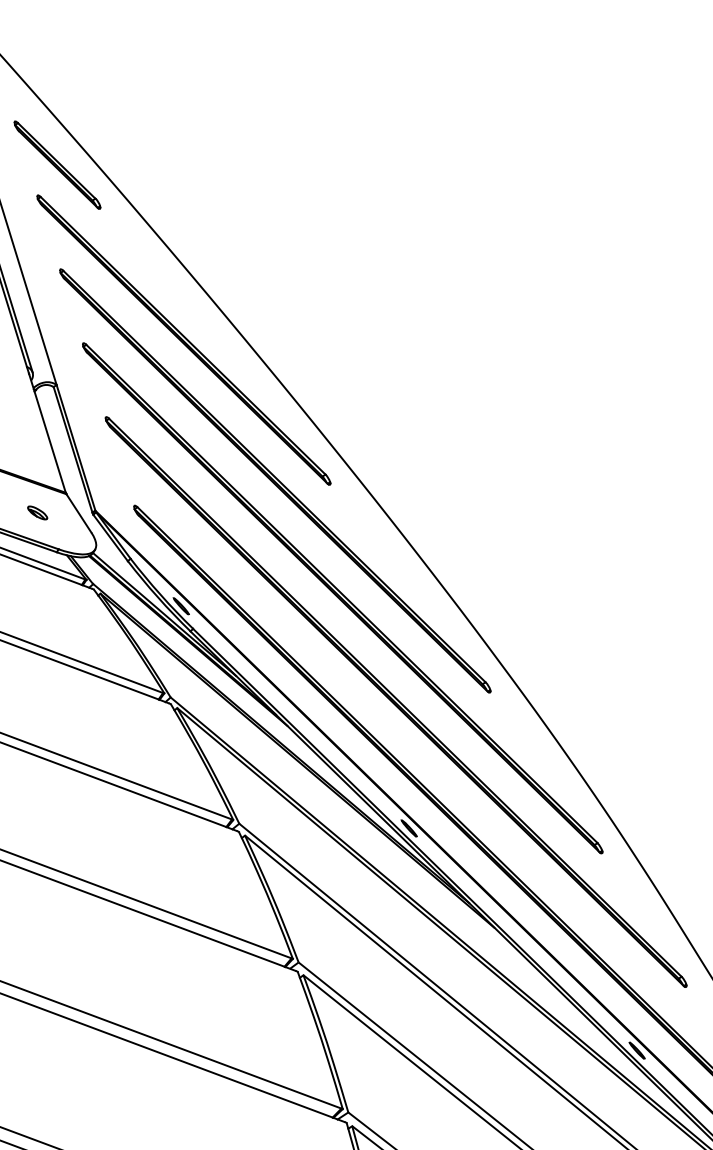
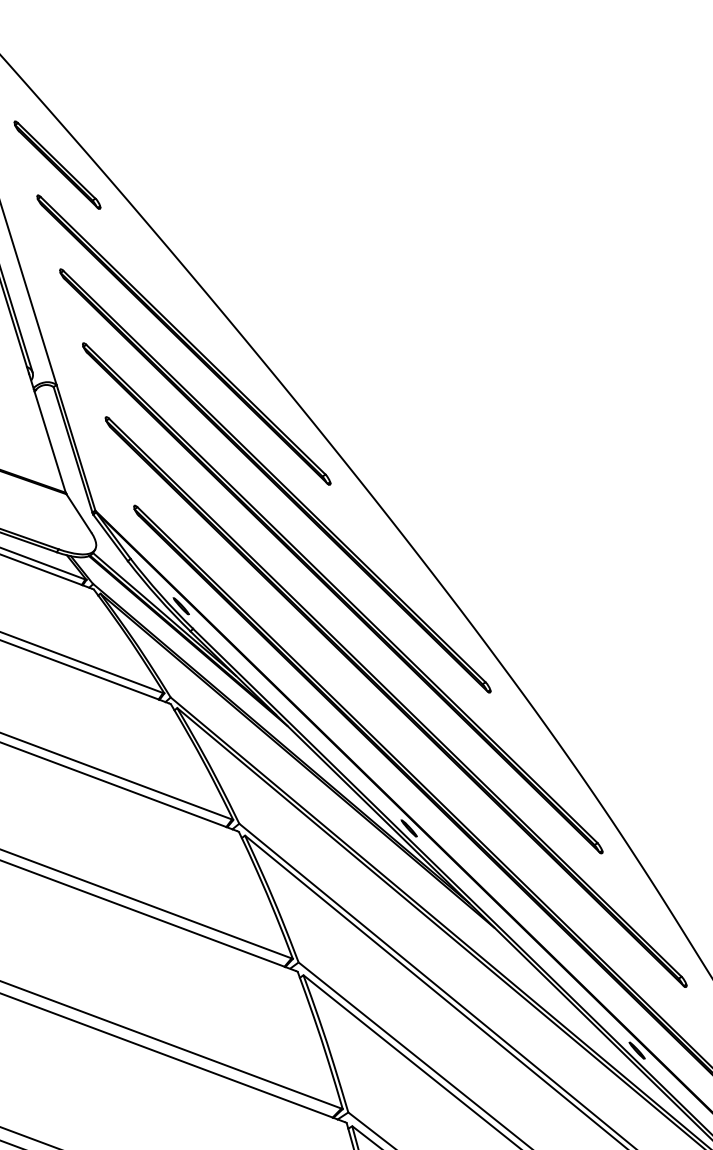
part at (37, 512): present -> none
